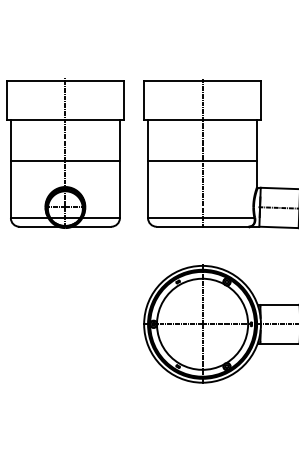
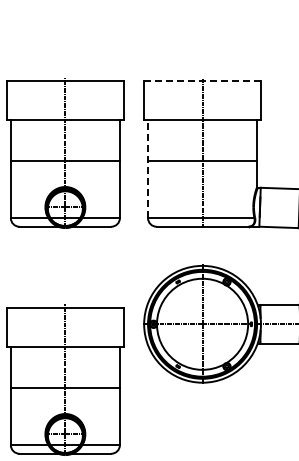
line at (203, 81): solid -> dashed
line at (148, 168): solid -> dashed
line at (276, 207): present -> none
part at (65, 380): none -> present
